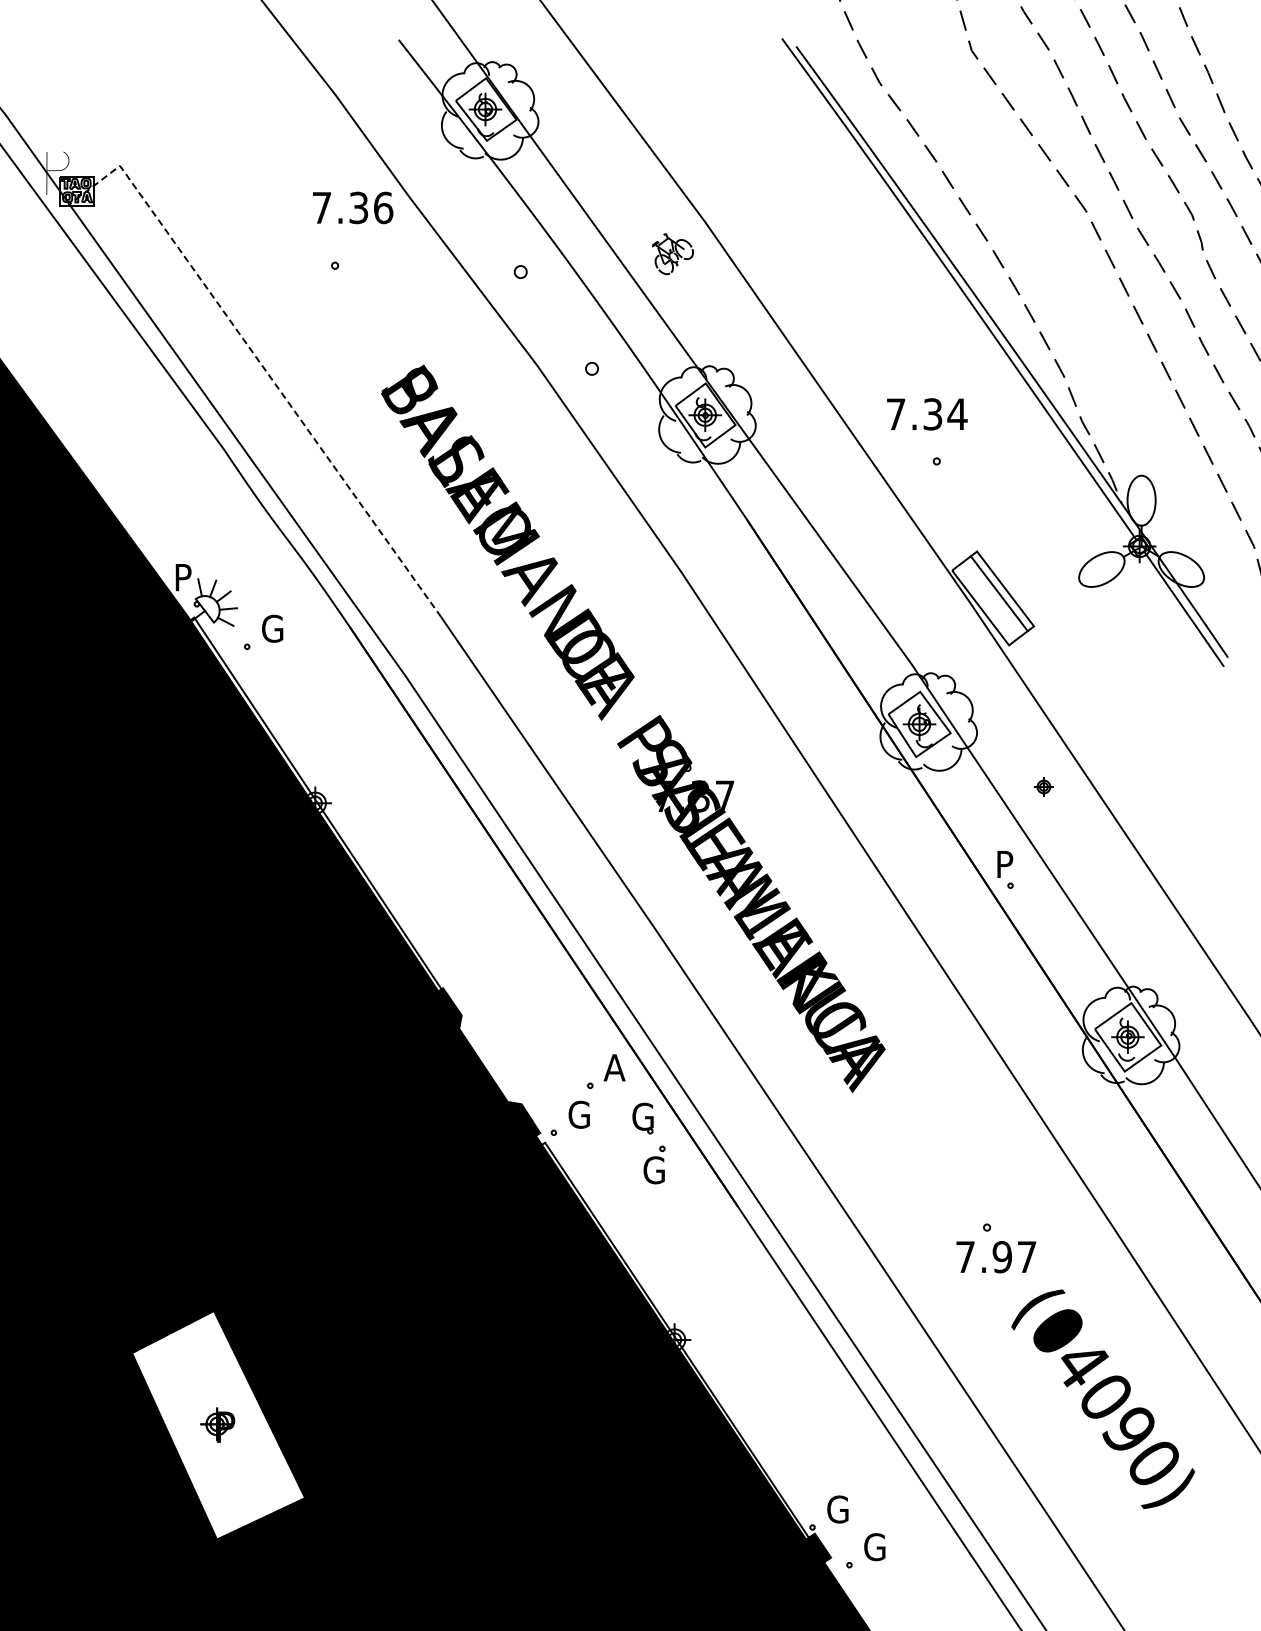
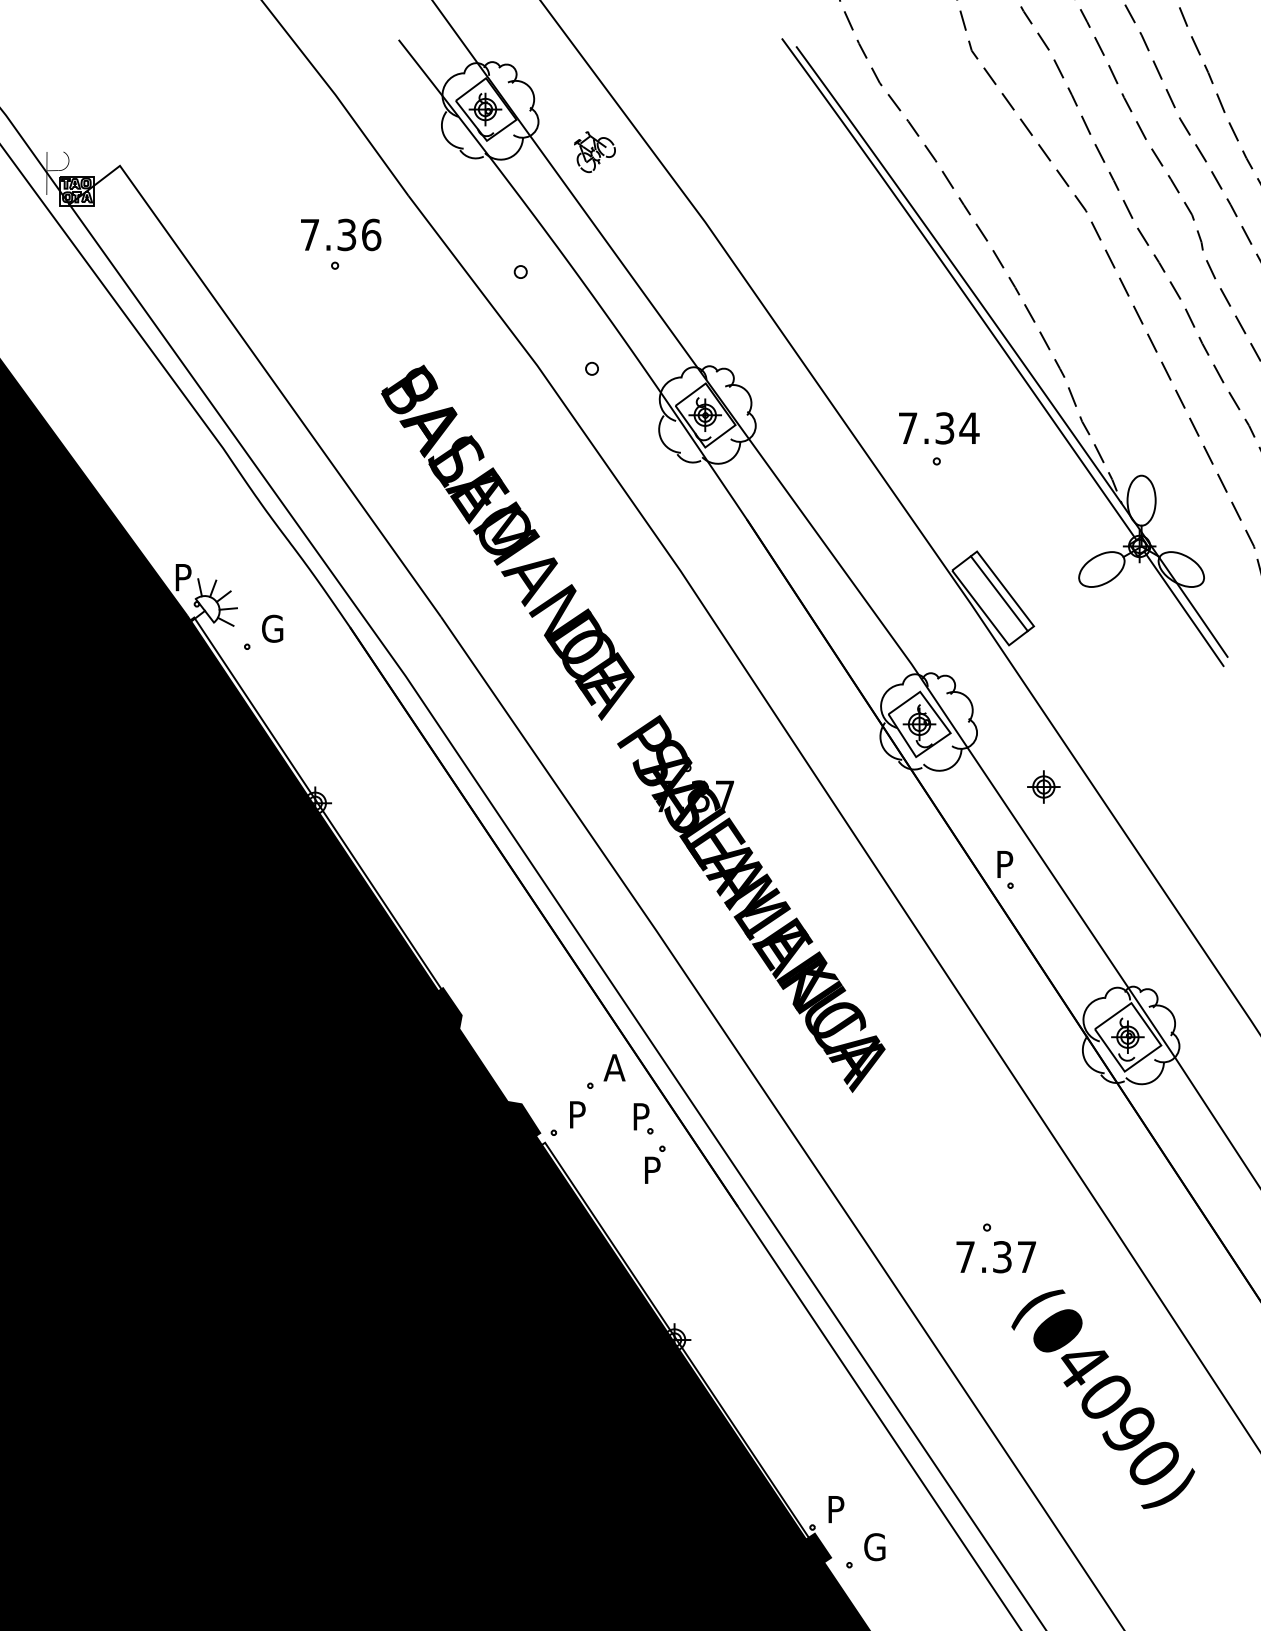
text at (353, 207) position: (353, 207) -> (341, 234)
part at (672, 254) position: (672, 254) -> (594, 152)
line at (261, 364): dashed -> solid
text at (927, 414) position: (927, 414) -> (939, 428)
part at (1043, 786) size: 21x20 px -> 34x34 px
text at (578, 1114): G -> P
text at (642, 1116): G -> P
text at (653, 1170): G -> P
text at (1001, 1257): 7.97 -> 7.37
fill at (218, 1425): none -> present
text at (837, 1509): G -> P
